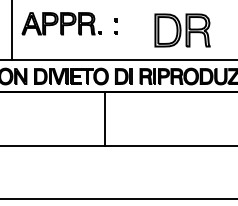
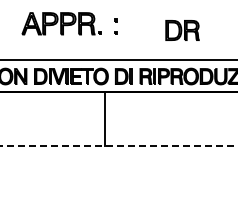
part at (182, 30) size: 57x35 px -> 35x21 px
line at (11, 31): present -> none
line at (119, 145): solid -> dashed
line at (118, 199): present -> none
